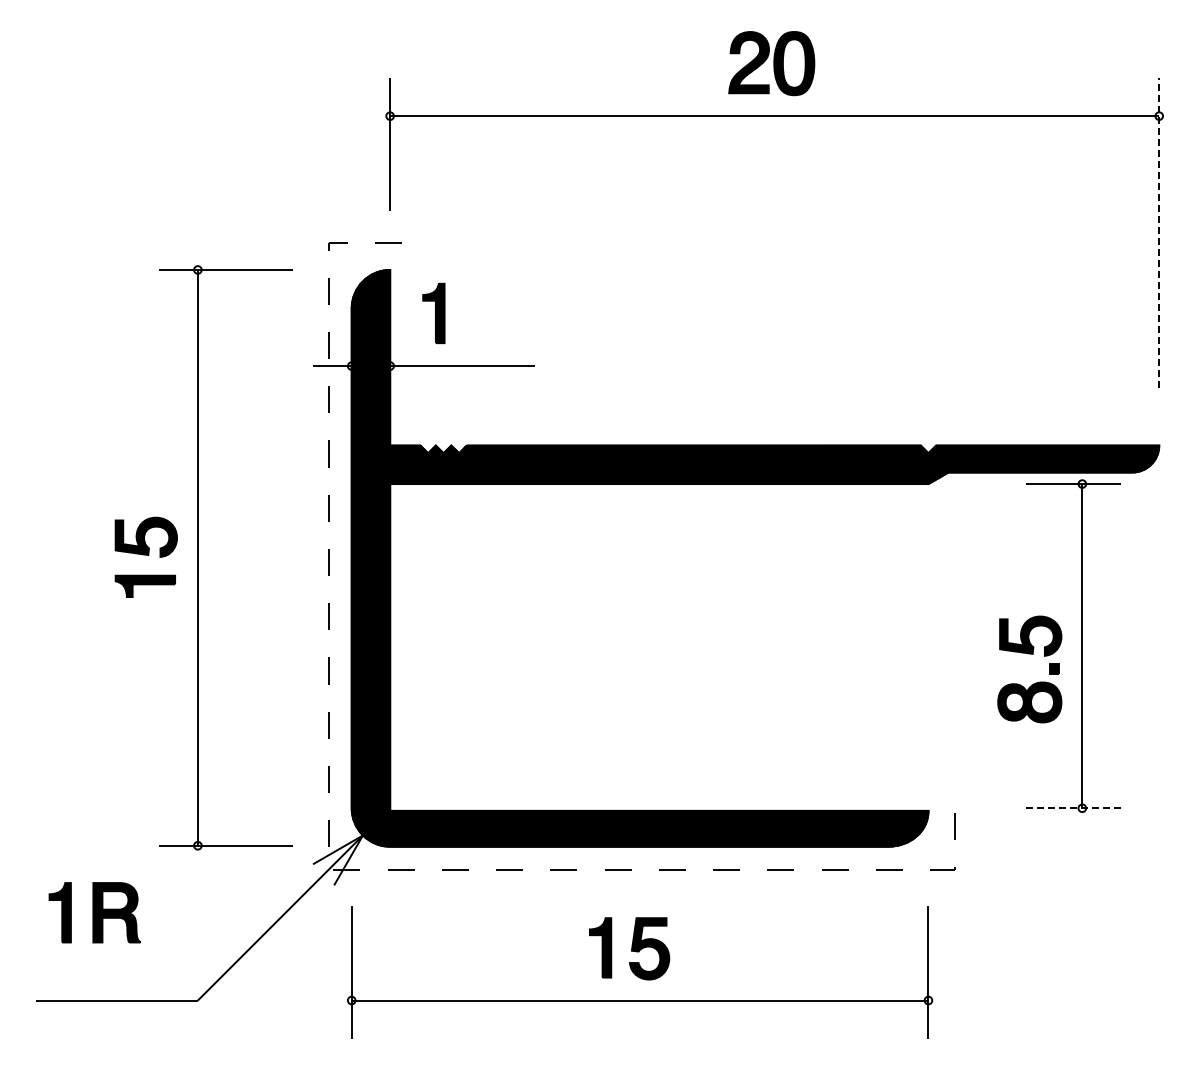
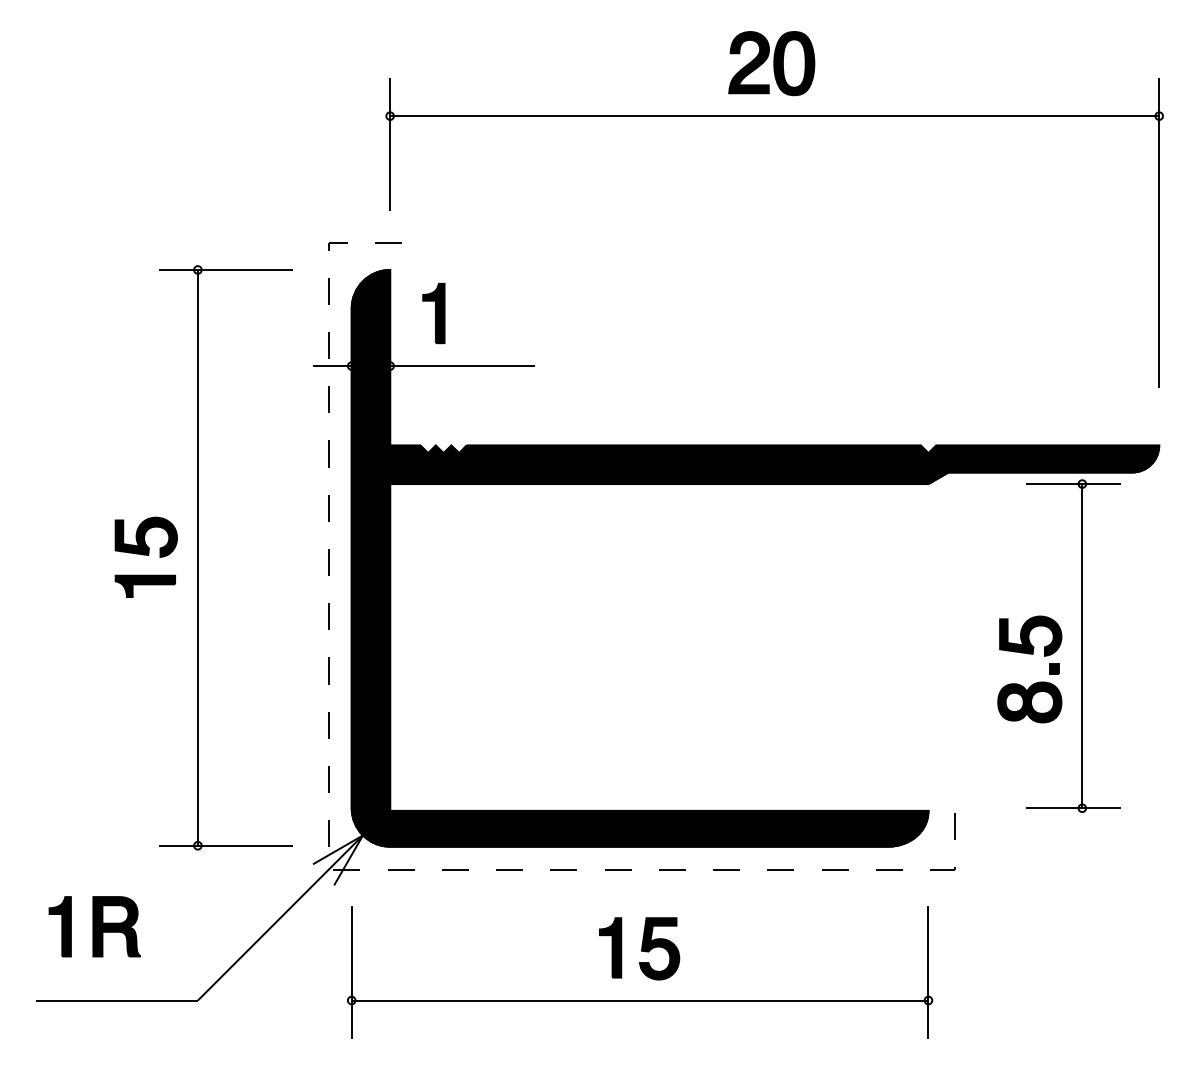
line at (1159, 232): dashed -> solid
line at (1073, 808): dashed -> solid
part at (94, 912) position: (94, 912) -> (94, 926)
part at (629, 948) position: (629, 948) -> (639, 948)
